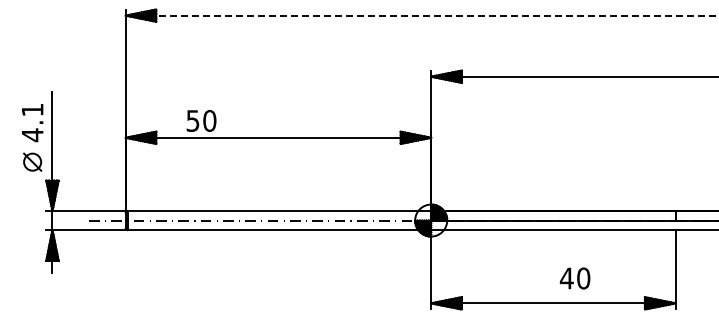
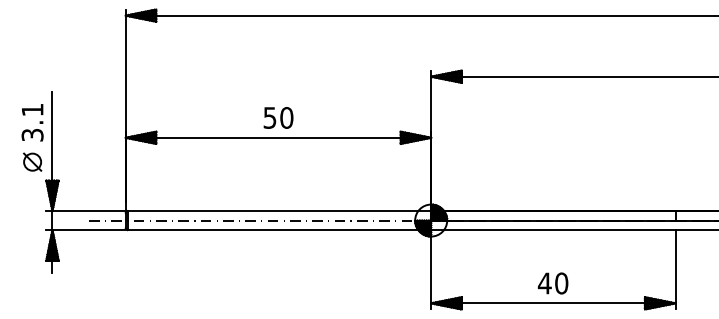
line at (422, 15): dashed -> solid
text at (201, 120) position: (201, 120) -> (278, 117)
text at (32, 135): 4.1 -> 3.1
text at (574, 278) position: (574, 278) -> (552, 283)
